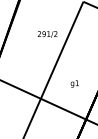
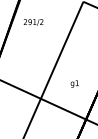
text at (47, 34) position: (47, 34) -> (33, 22)
